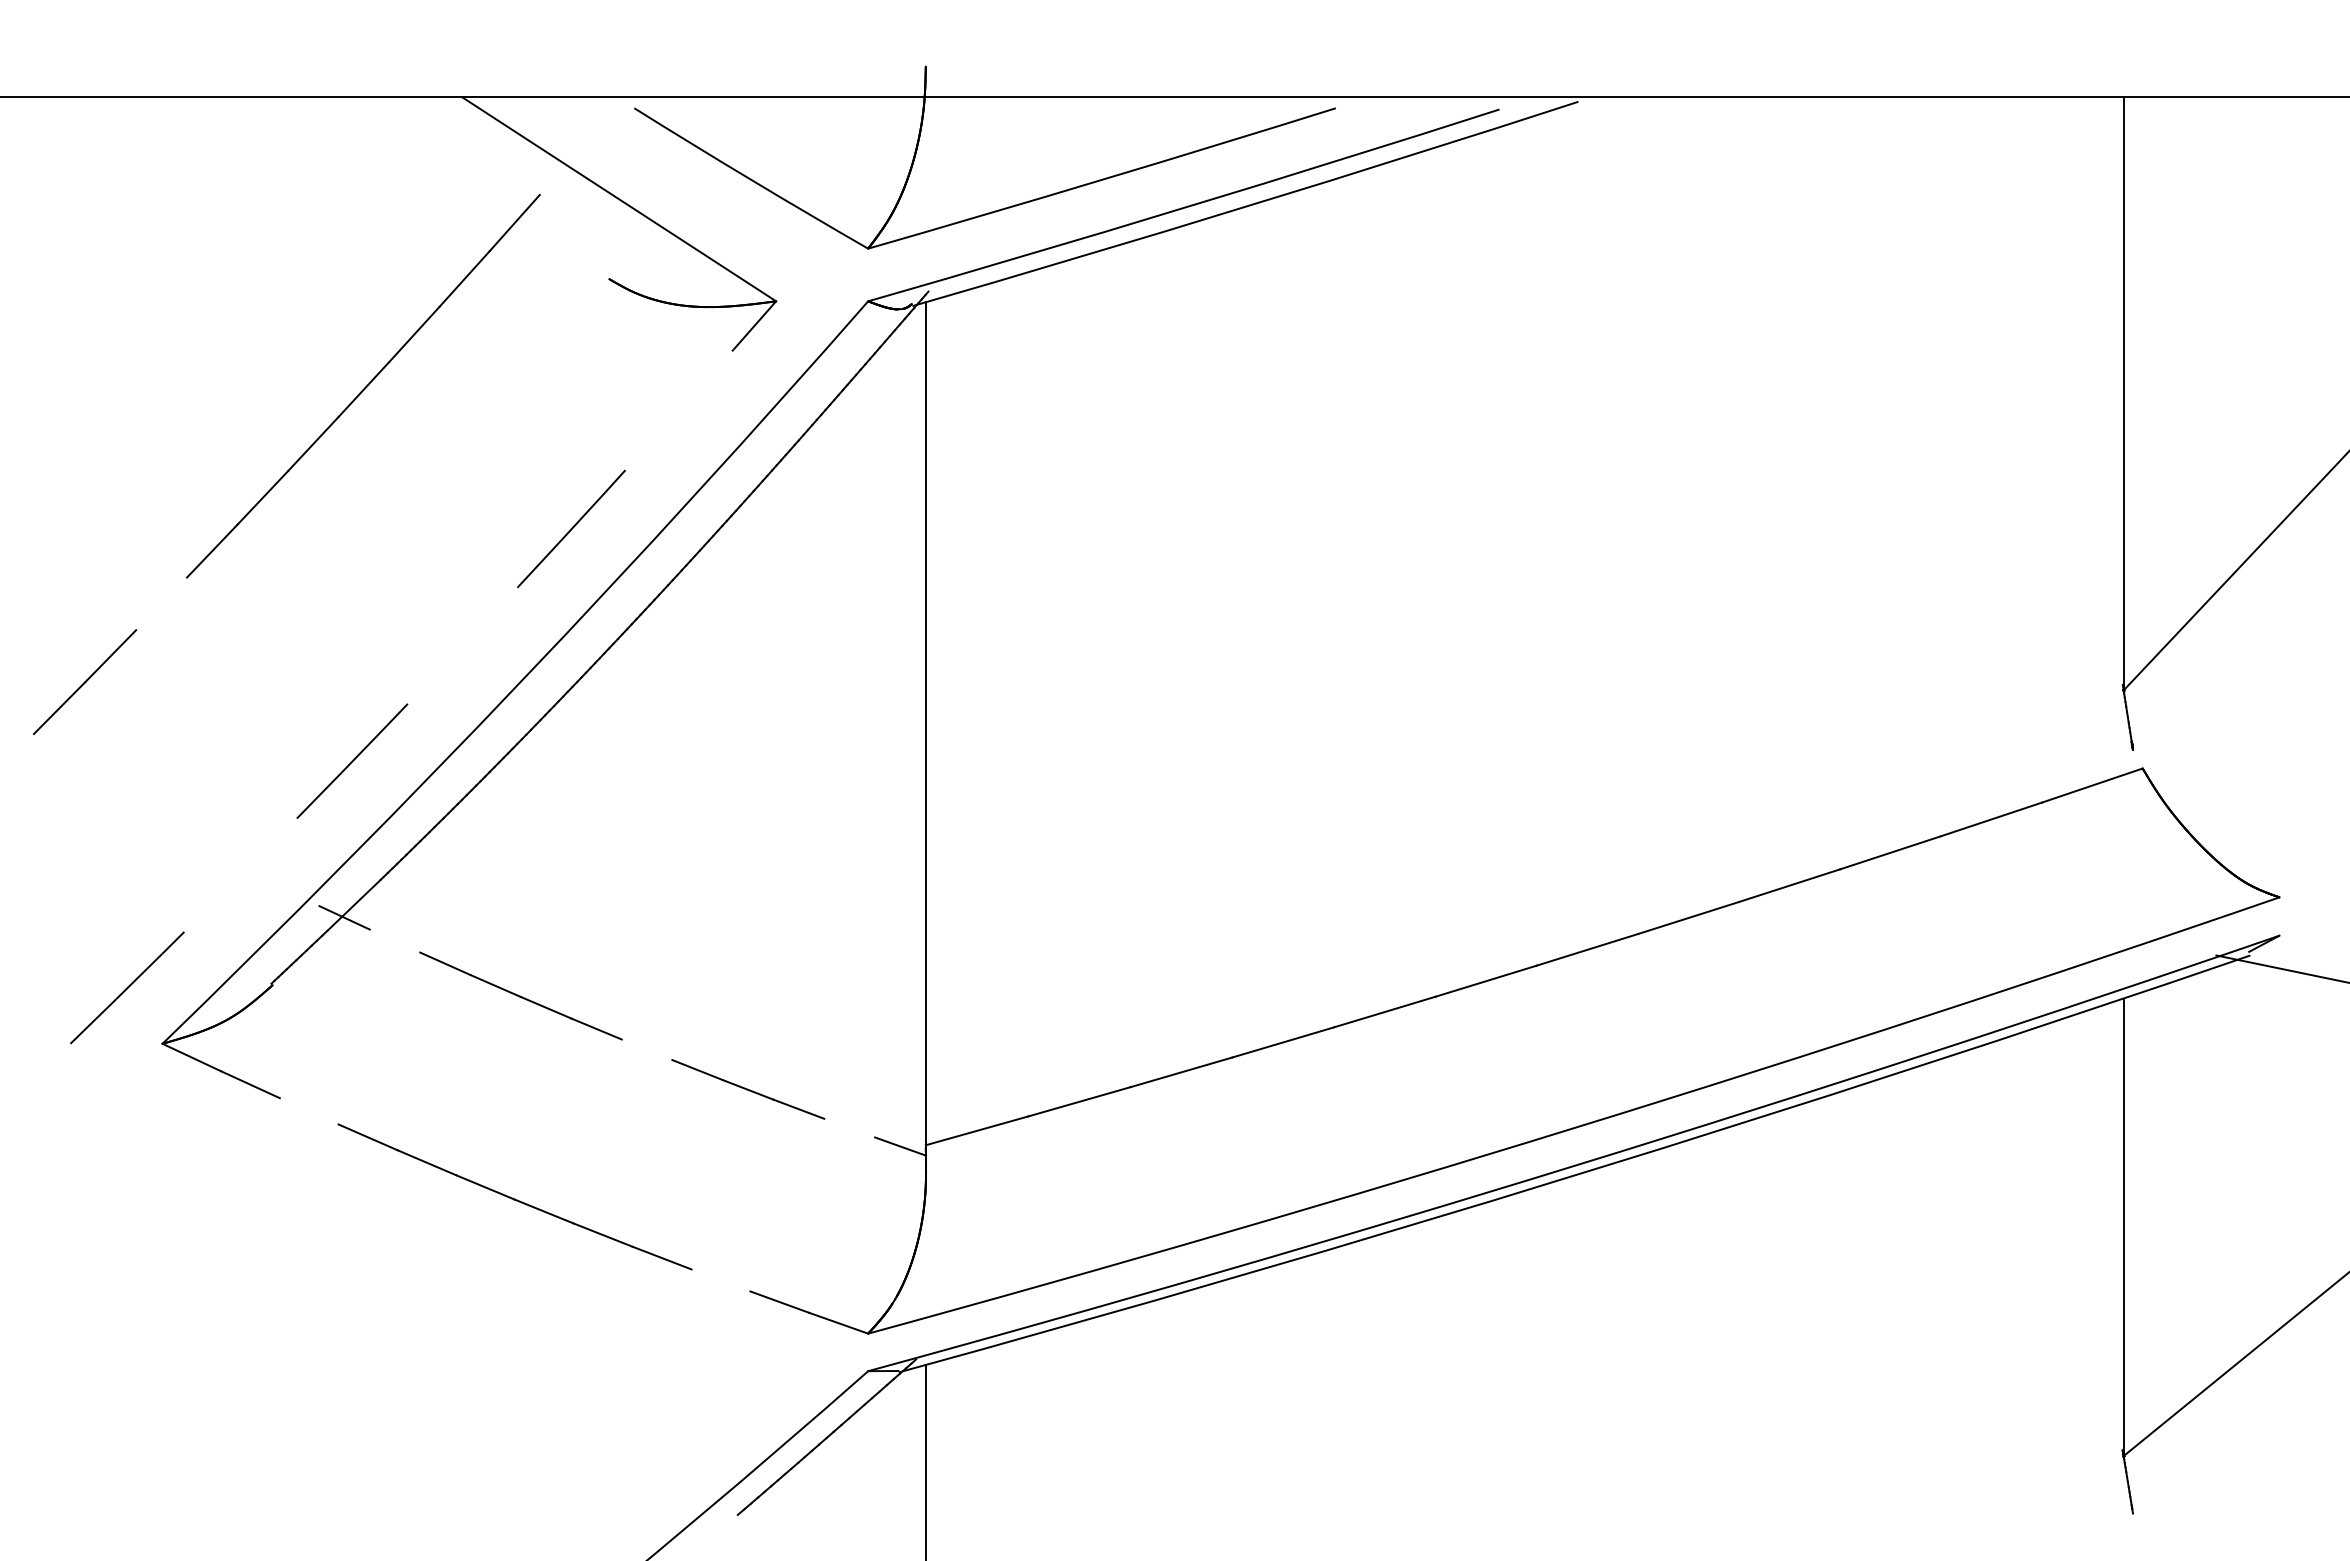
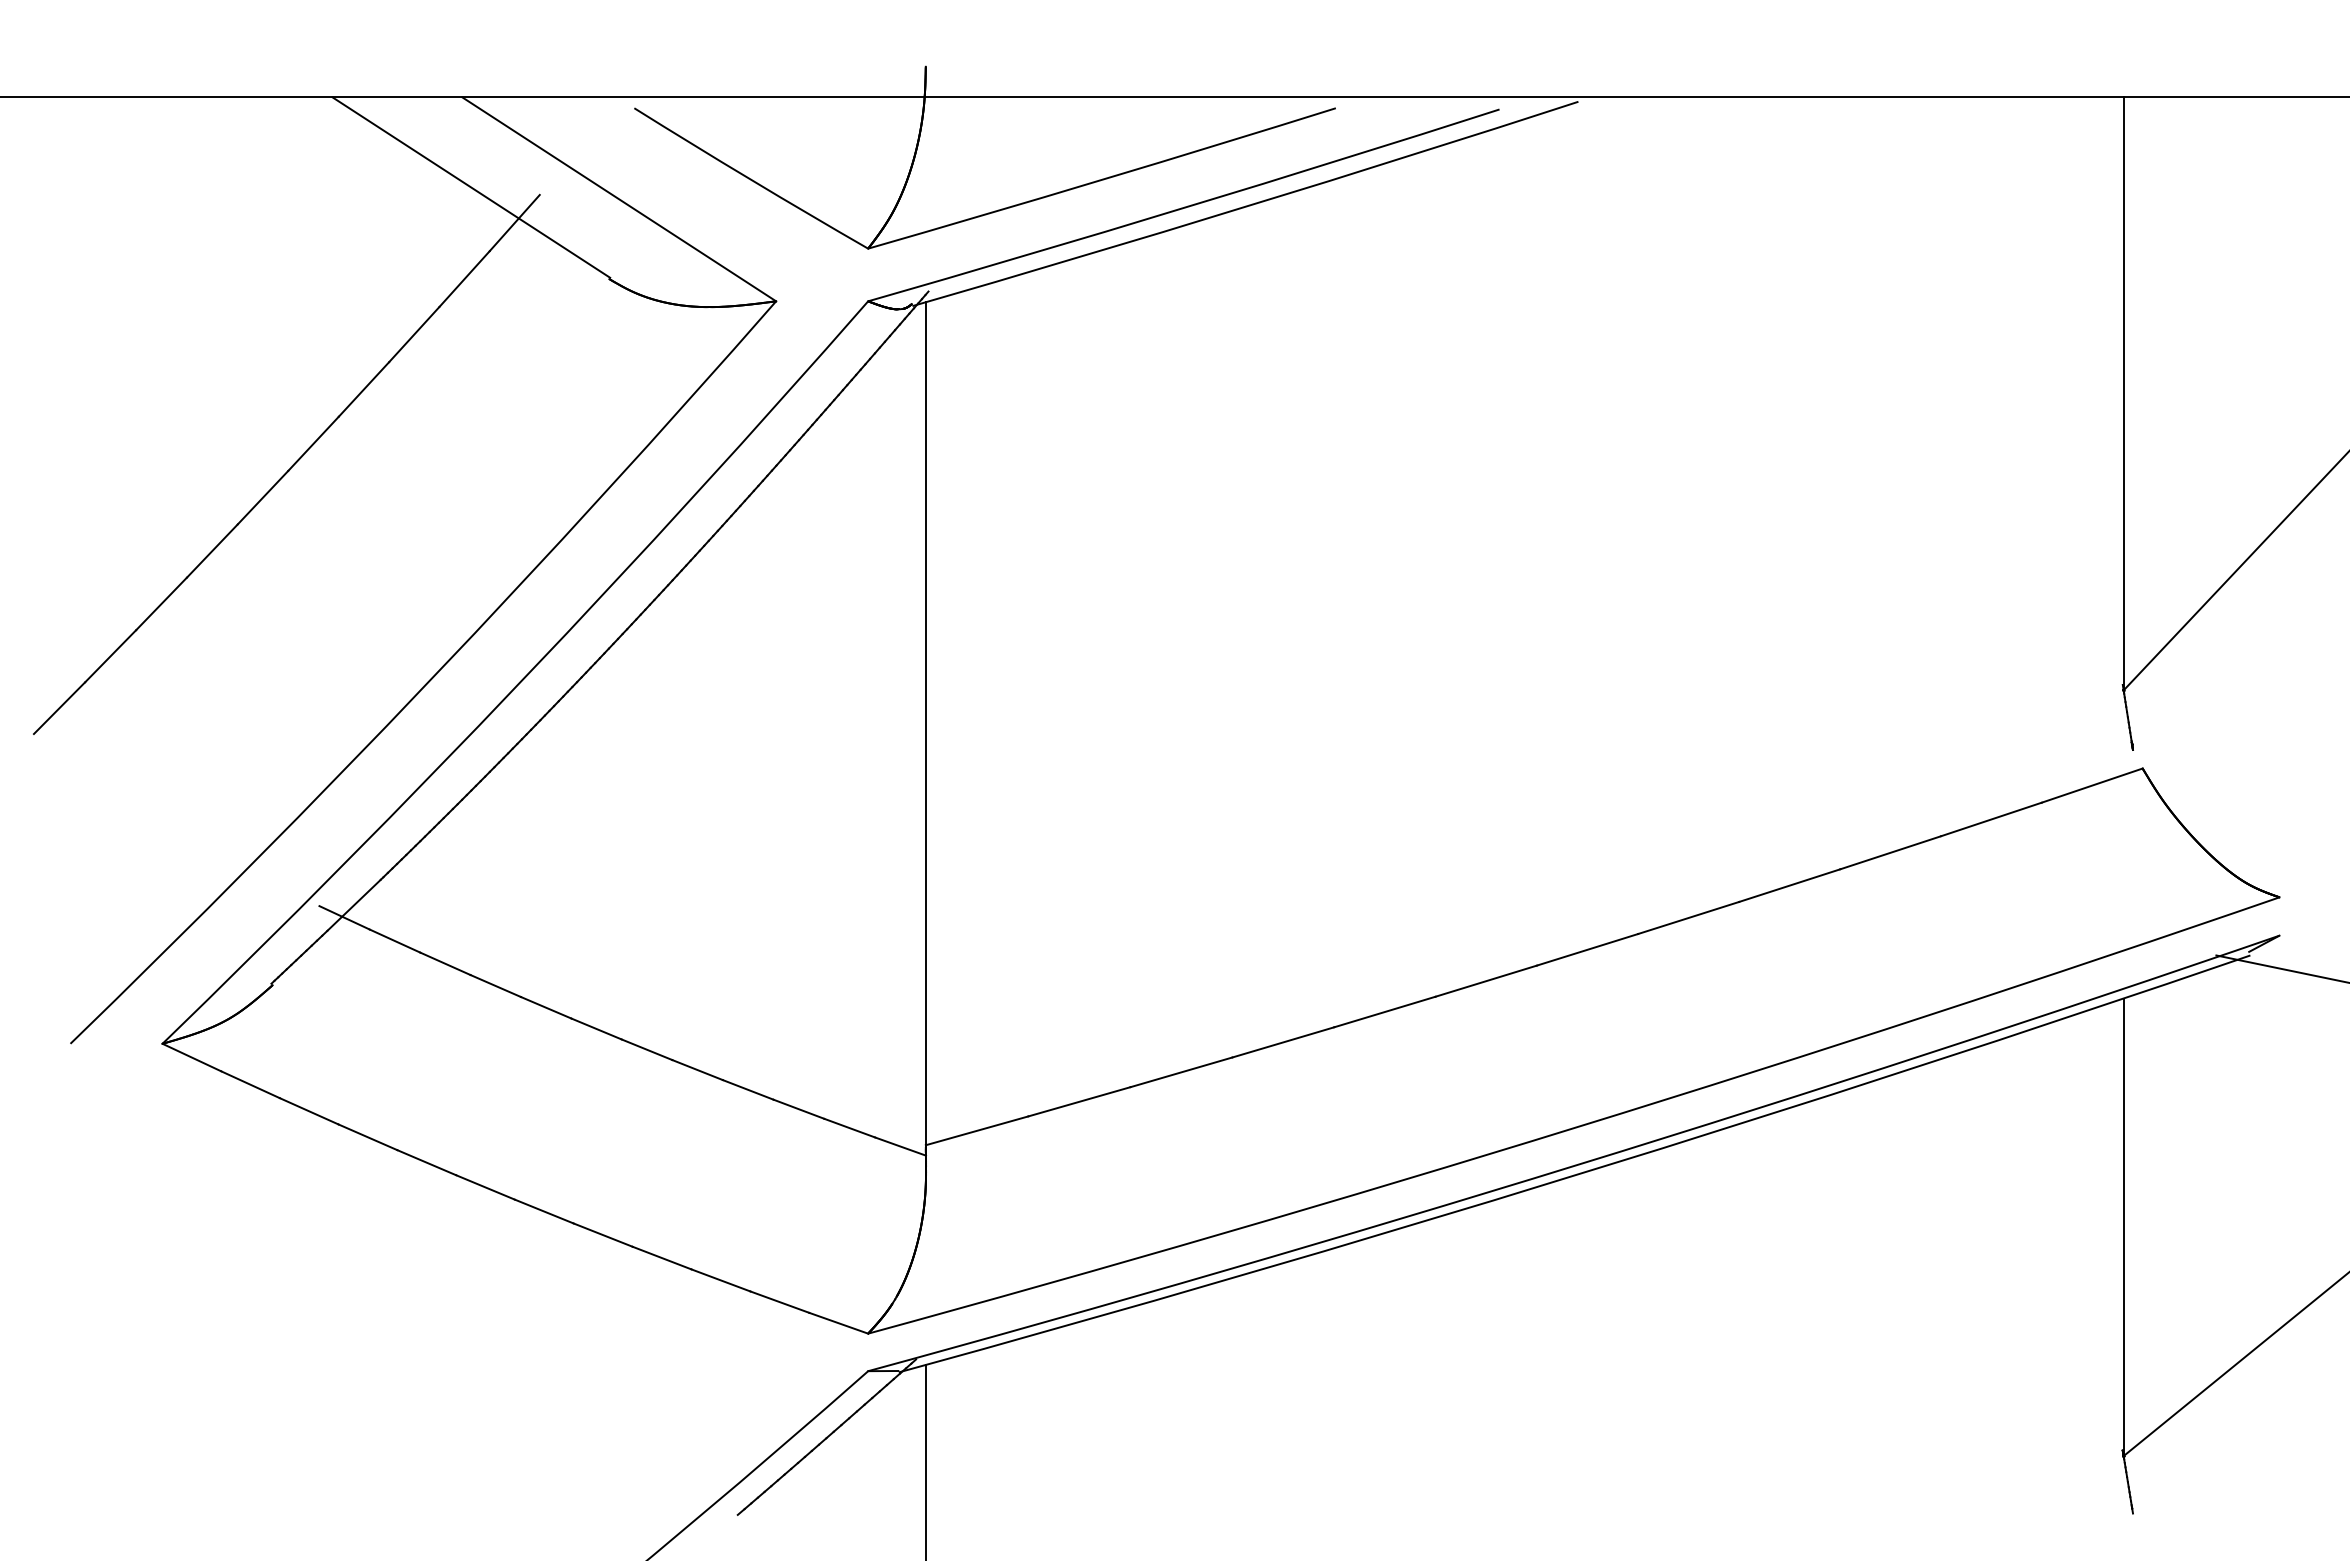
line at (471, 187): none -> present
line at (161, 603): none -> present
arc at (430, 679): dashed -> solid
line at (394, 940): none -> present
line at (646, 1049): none -> present
line at (308, 1111): none -> present
line at (849, 1127): none -> present
line at (720, 1280): none -> present
